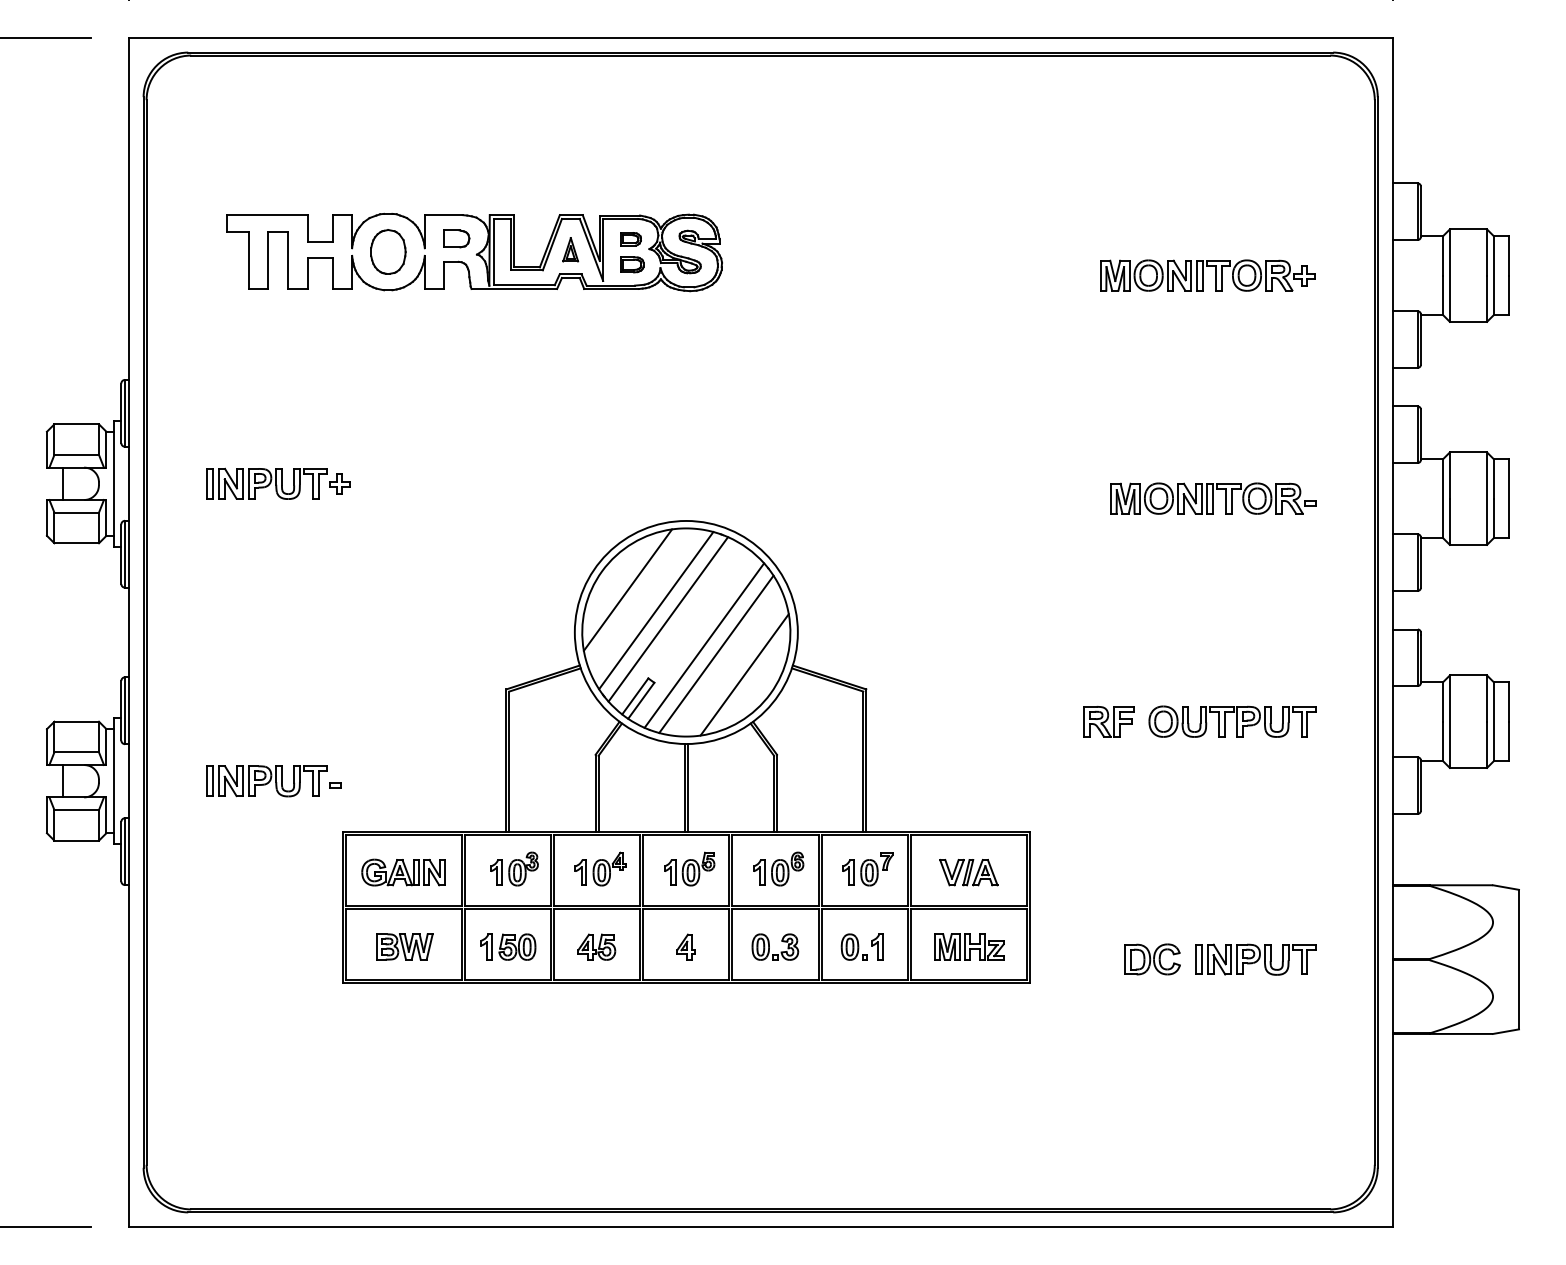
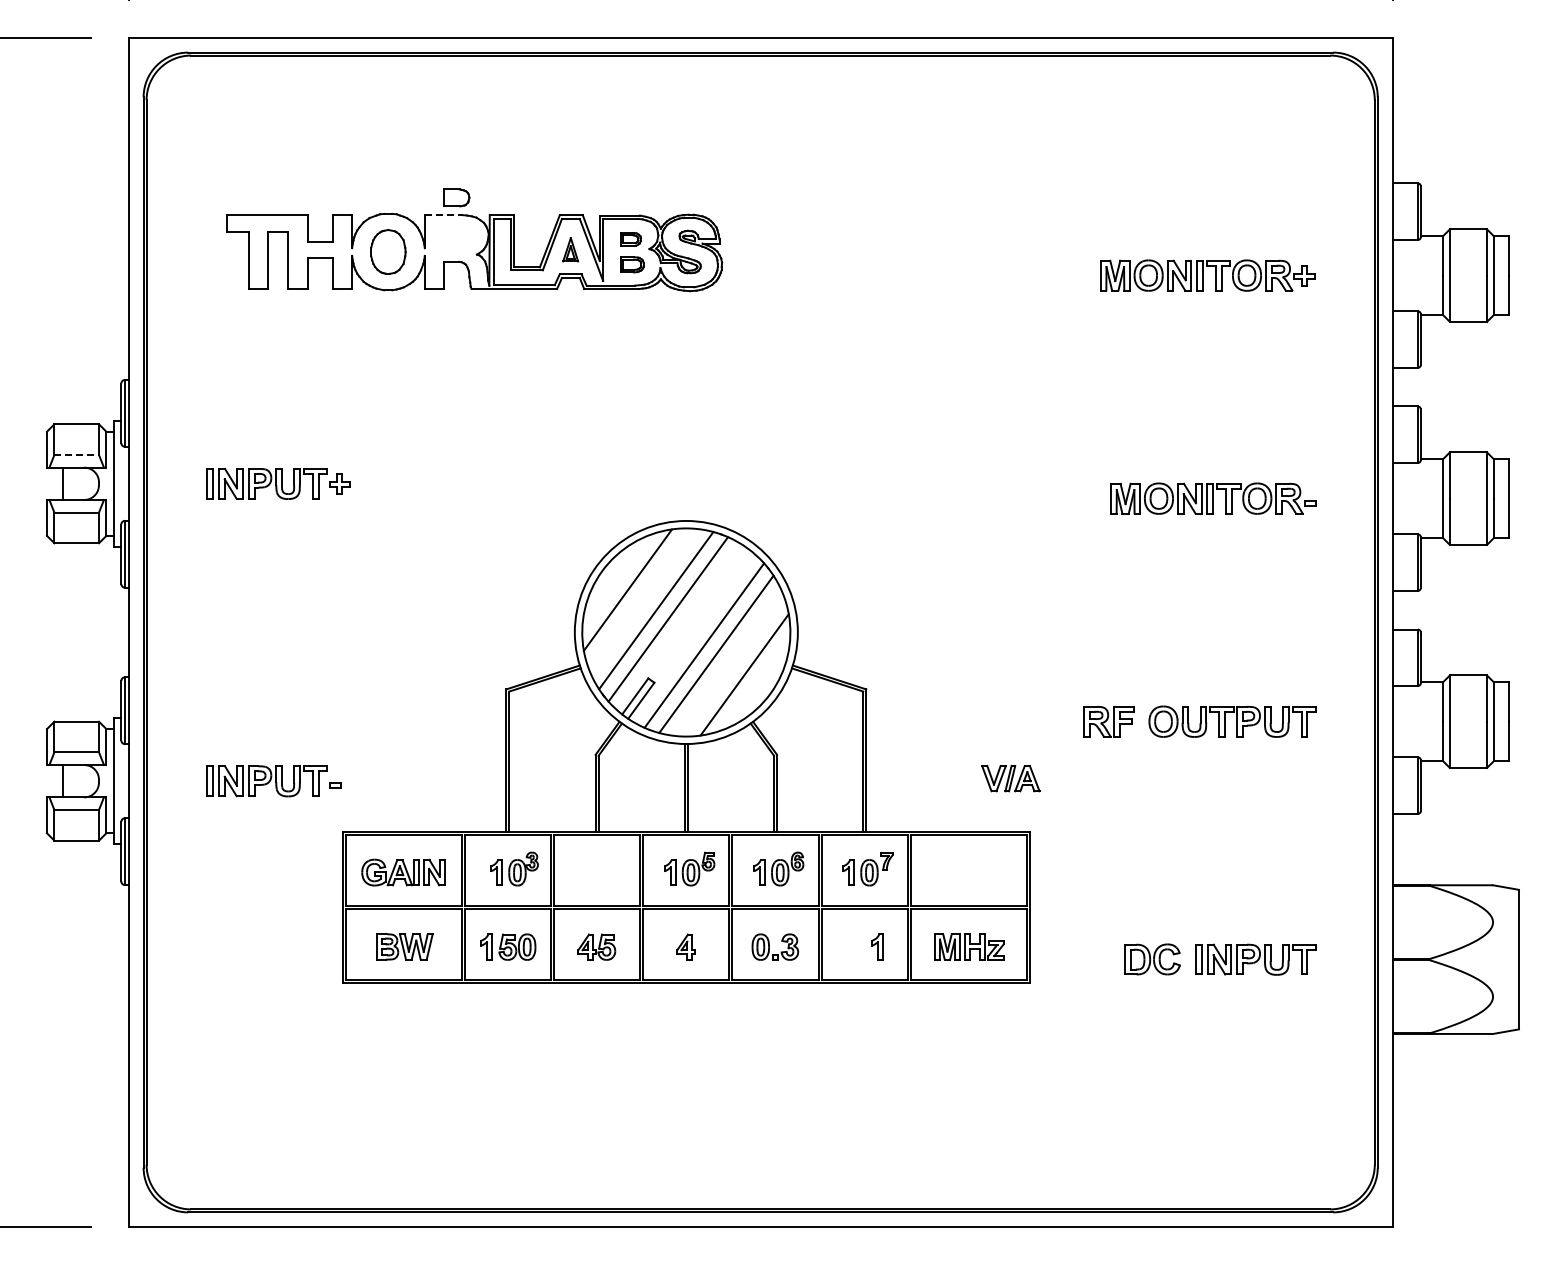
line at (443, 215): solid -> dashed
part at (456, 238) position: (456, 238) -> (456, 197)
line at (77, 455): solid -> dashed
part at (600, 868): present -> none
part at (968, 872) position: (968, 872) -> (1010, 778)
part at (853, 946): present -> none
